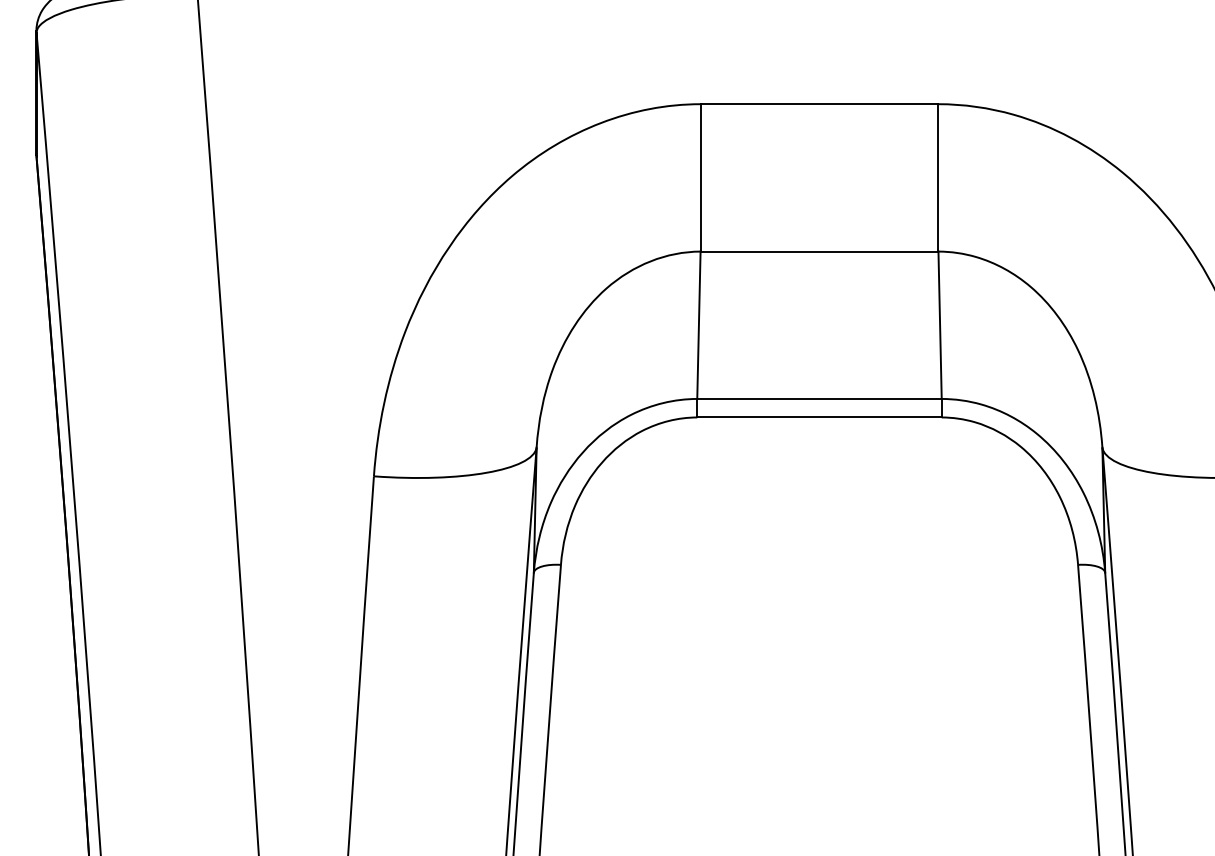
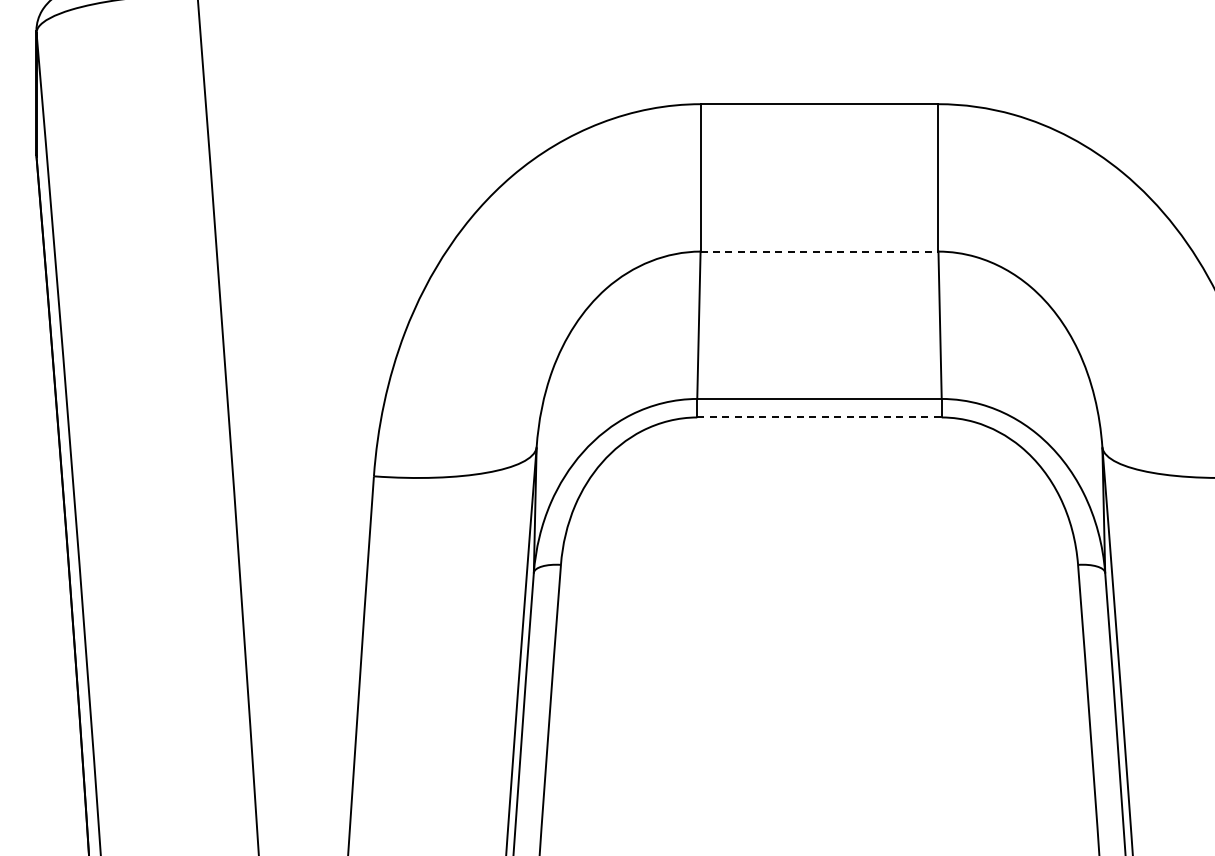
line at (819, 251): solid -> dashed
line at (820, 417): solid -> dashed
